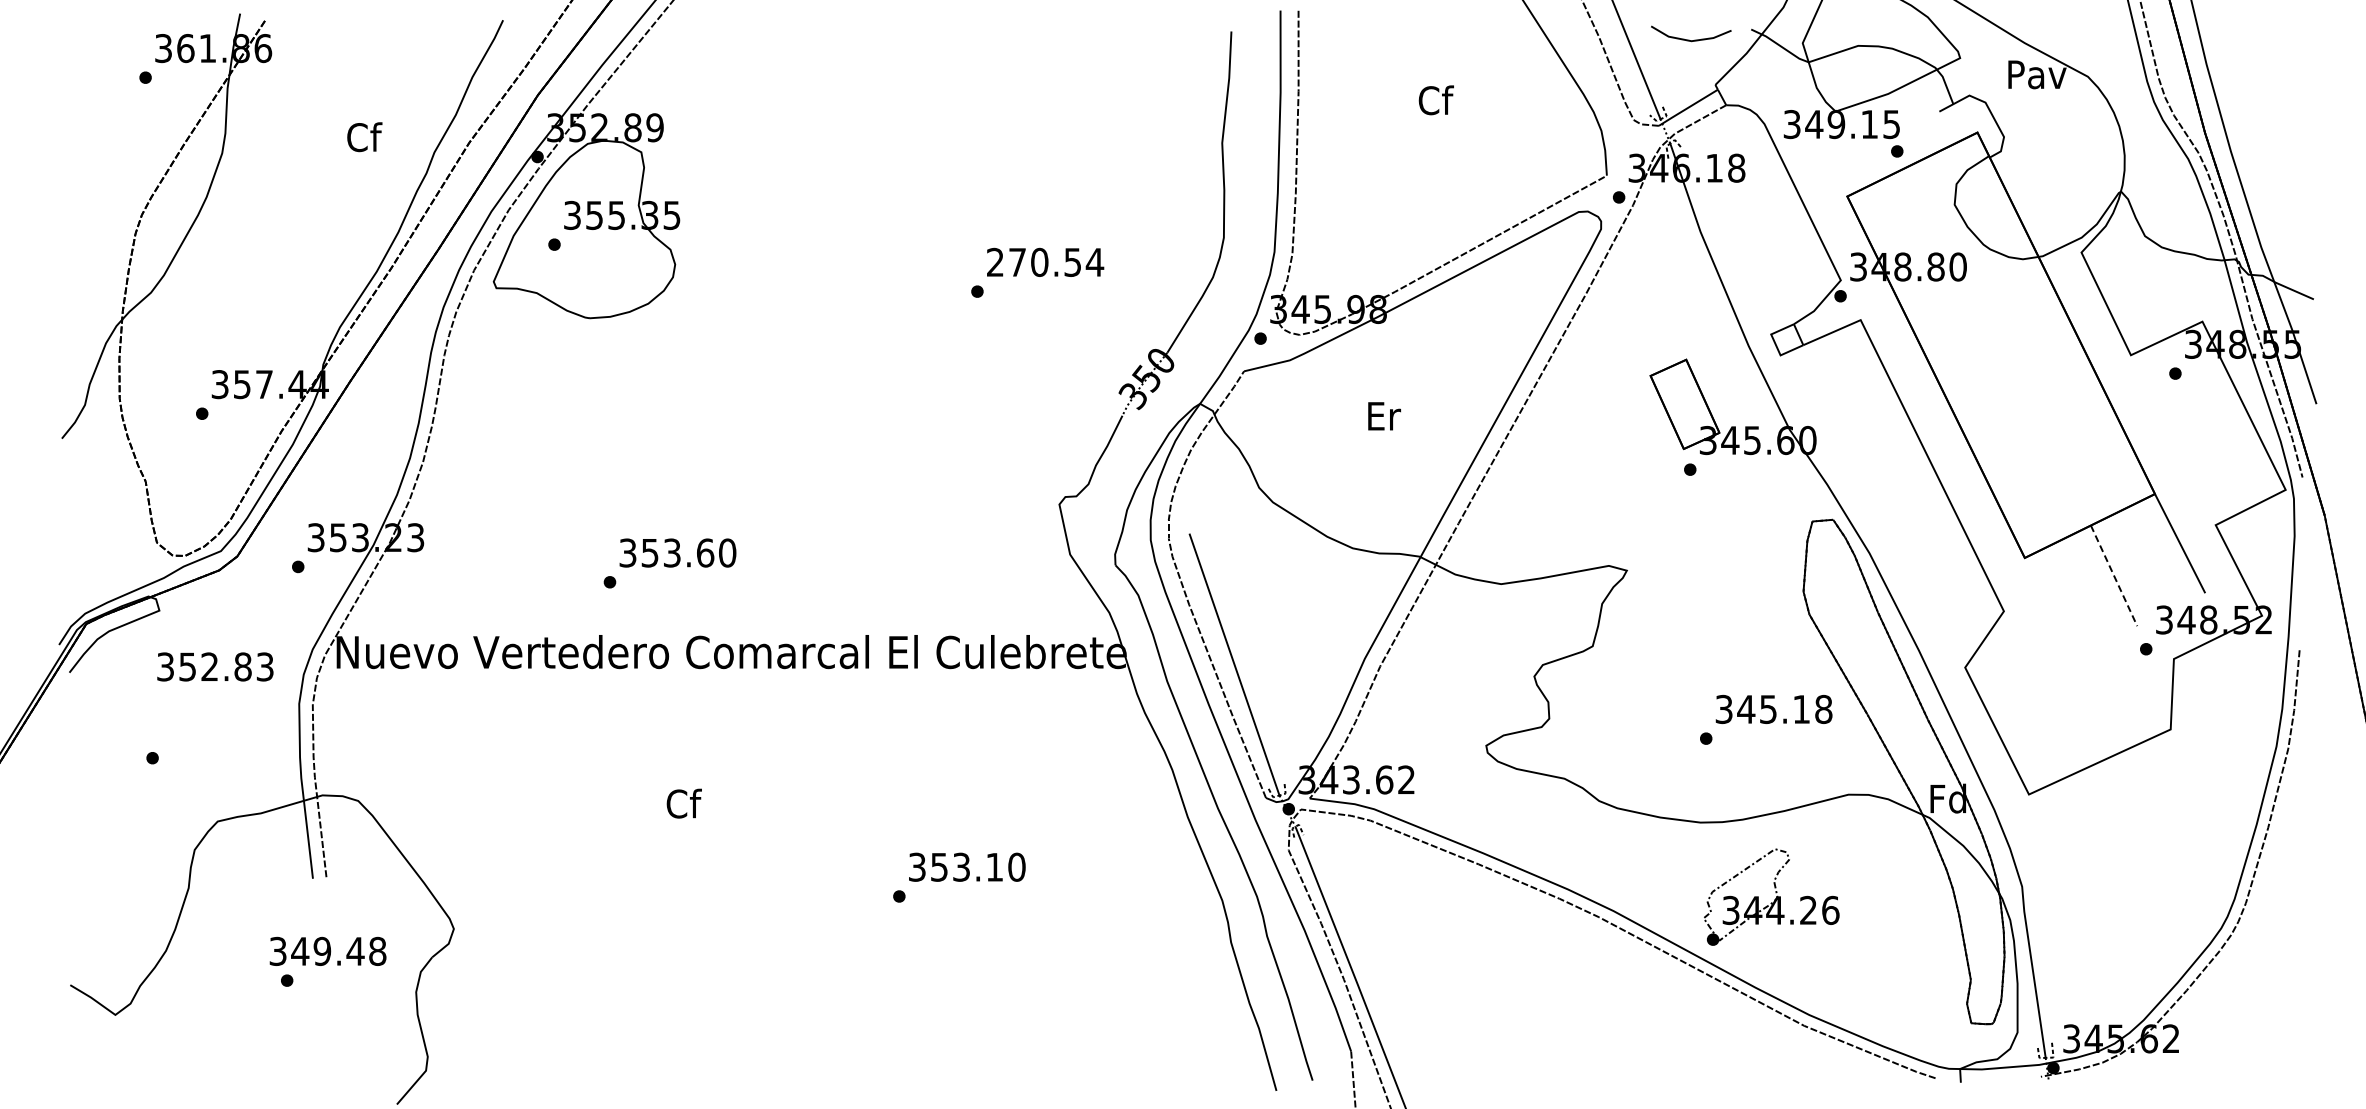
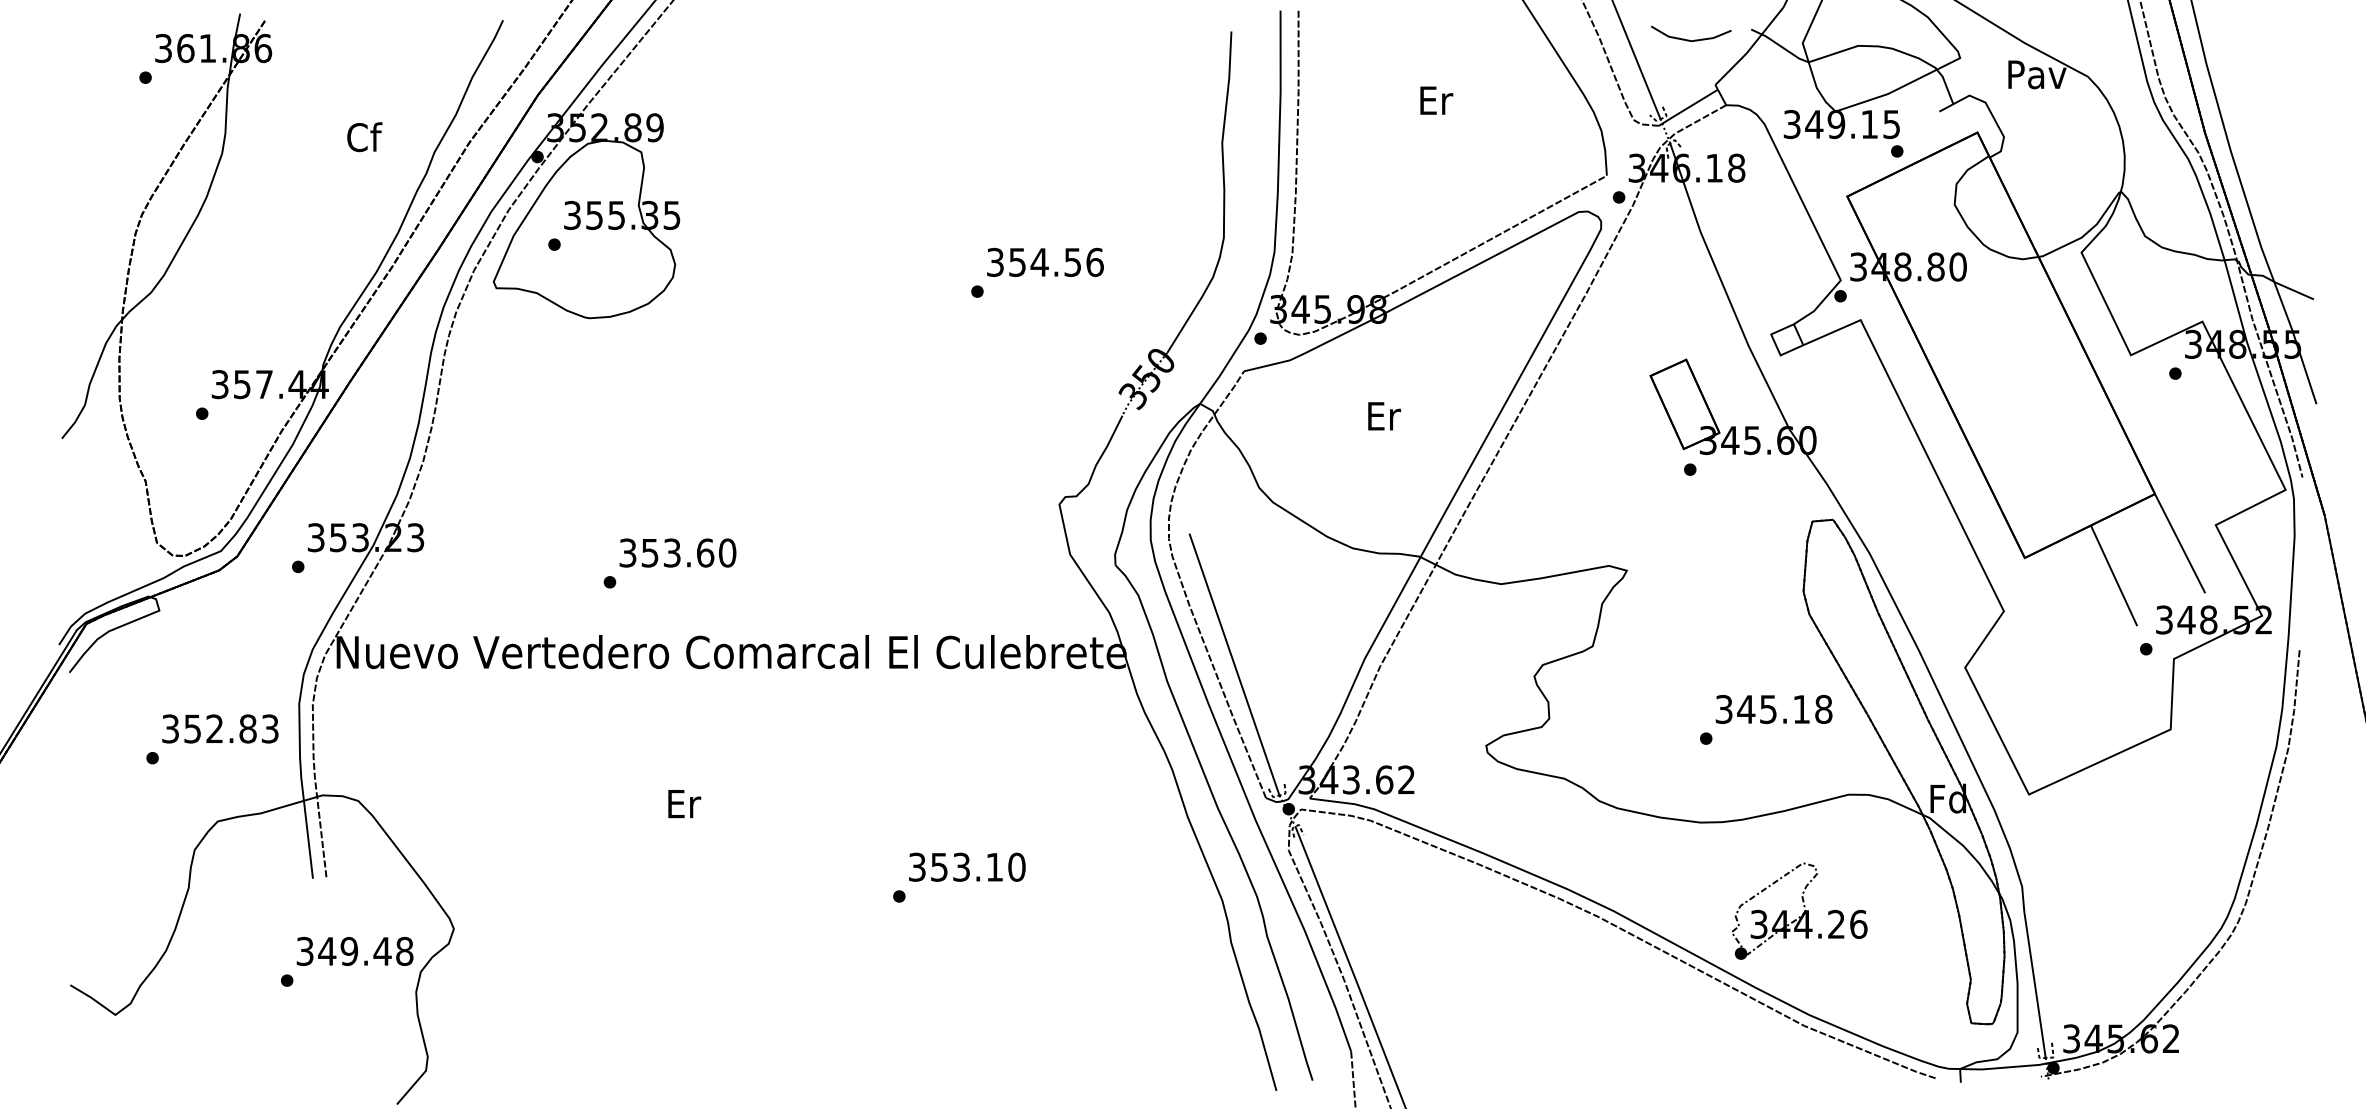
text at (1435, 100): Cf -> Er
text at (1045, 261): 270.54 -> 354.56
line at (2114, 576): dashed -> solid
text at (215, 666) position: (215, 666) -> (220, 728)
text at (683, 803): Cf -> Er
part at (1771, 896) position: (1771, 896) -> (1799, 910)
text at (327, 950) position: (327, 950) -> (354, 950)
